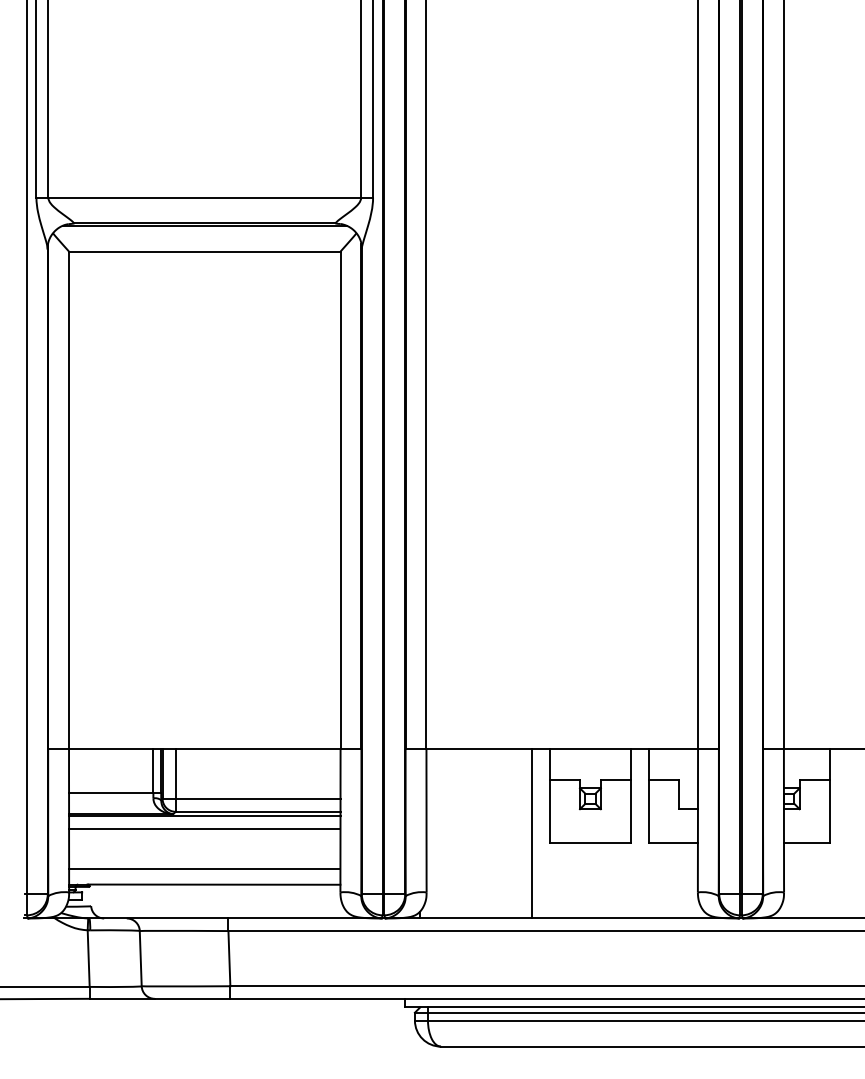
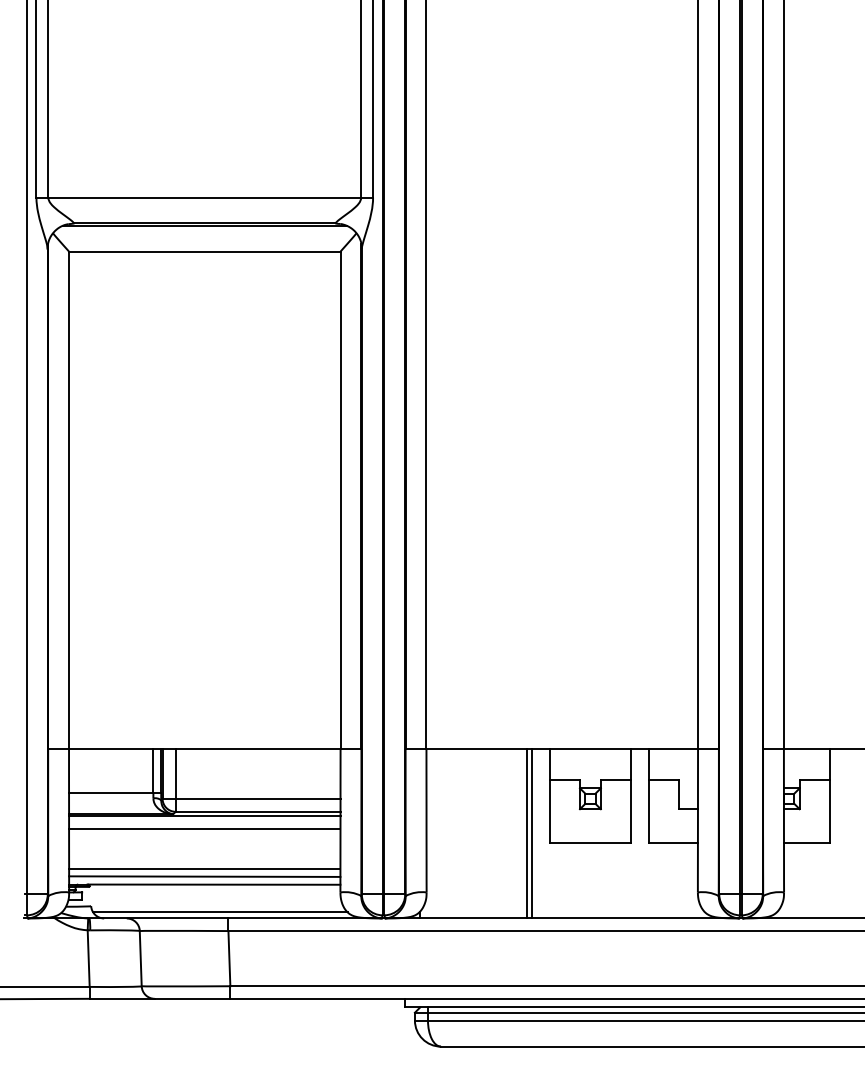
line at (526, 833): none -> present
line at (204, 876): none -> present
line at (220, 912): none -> present
